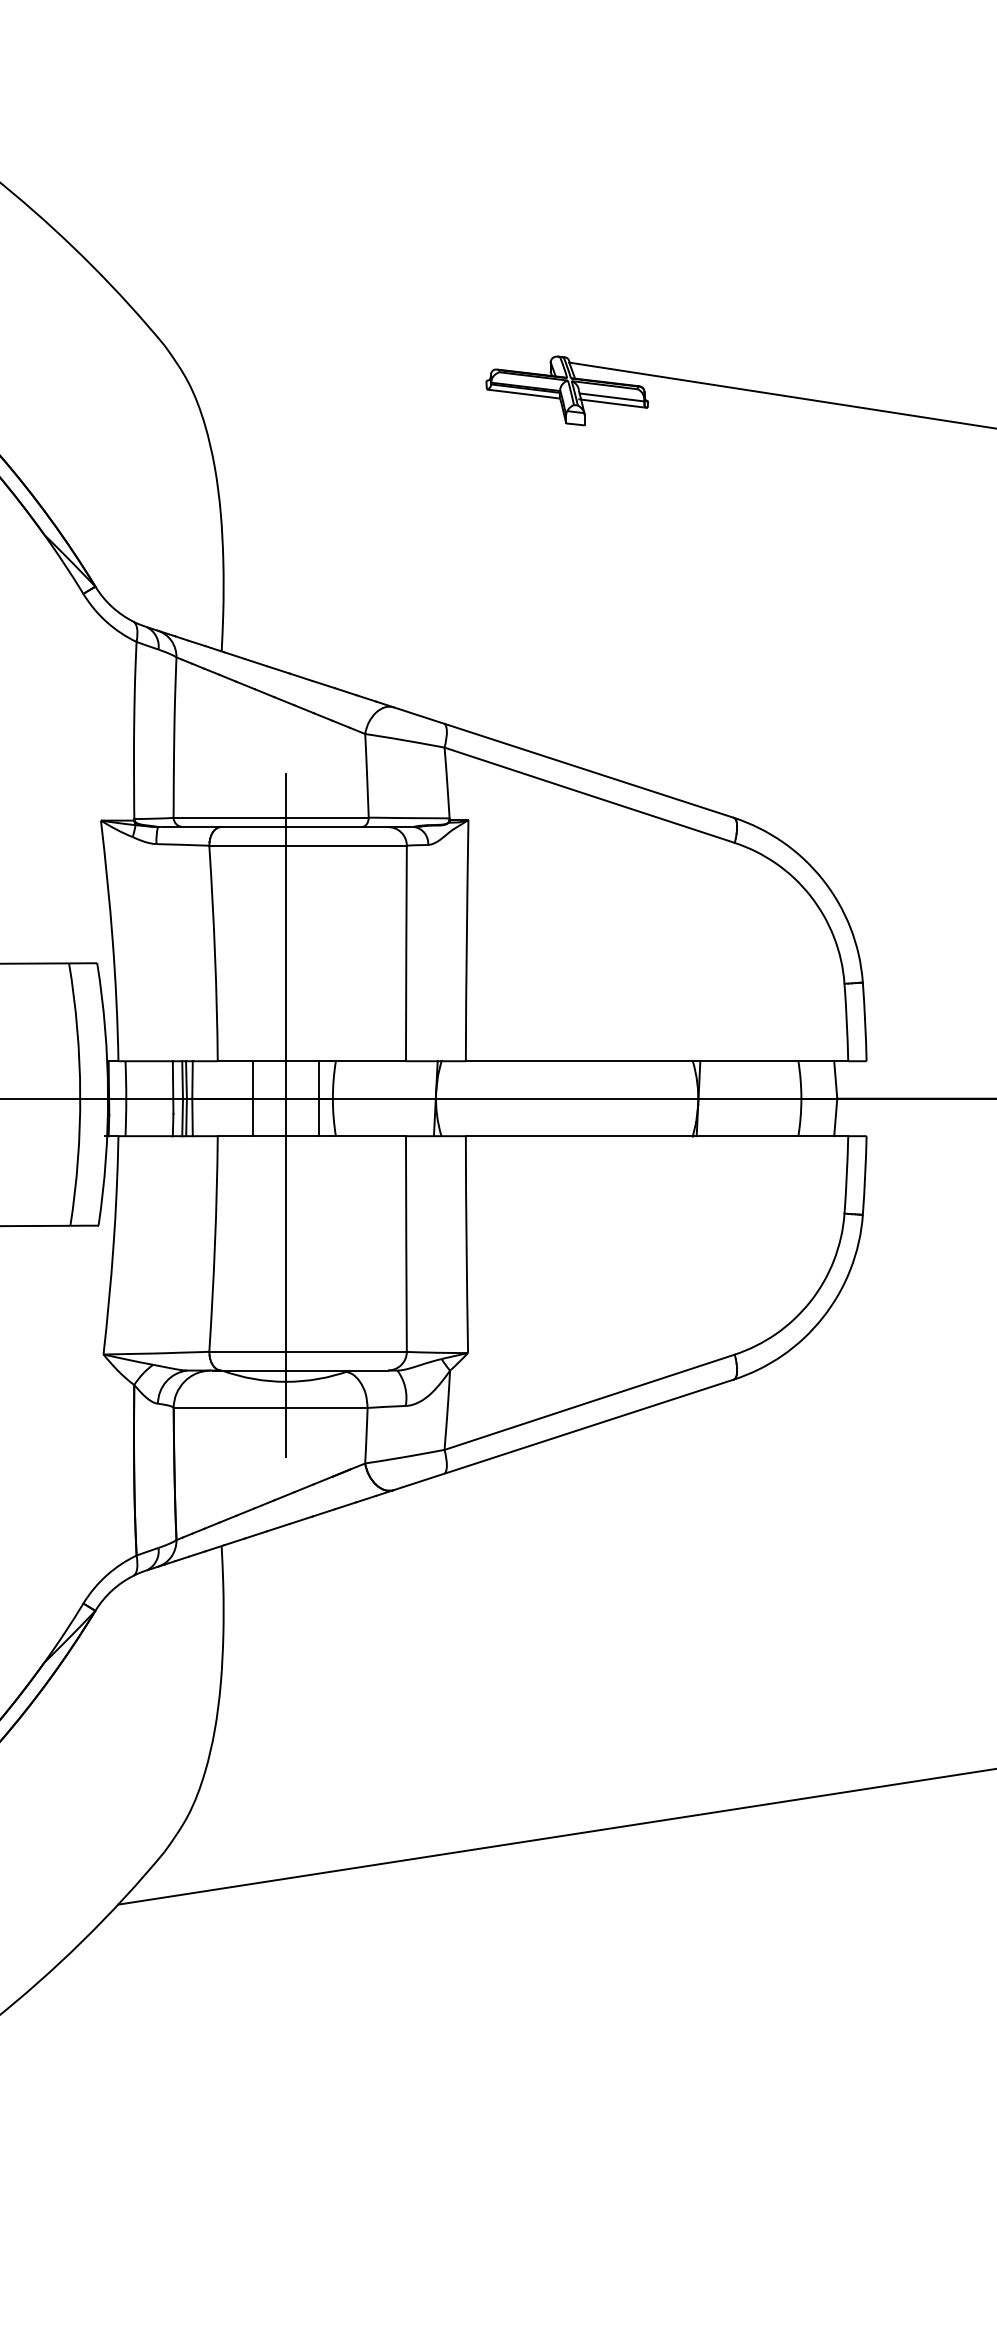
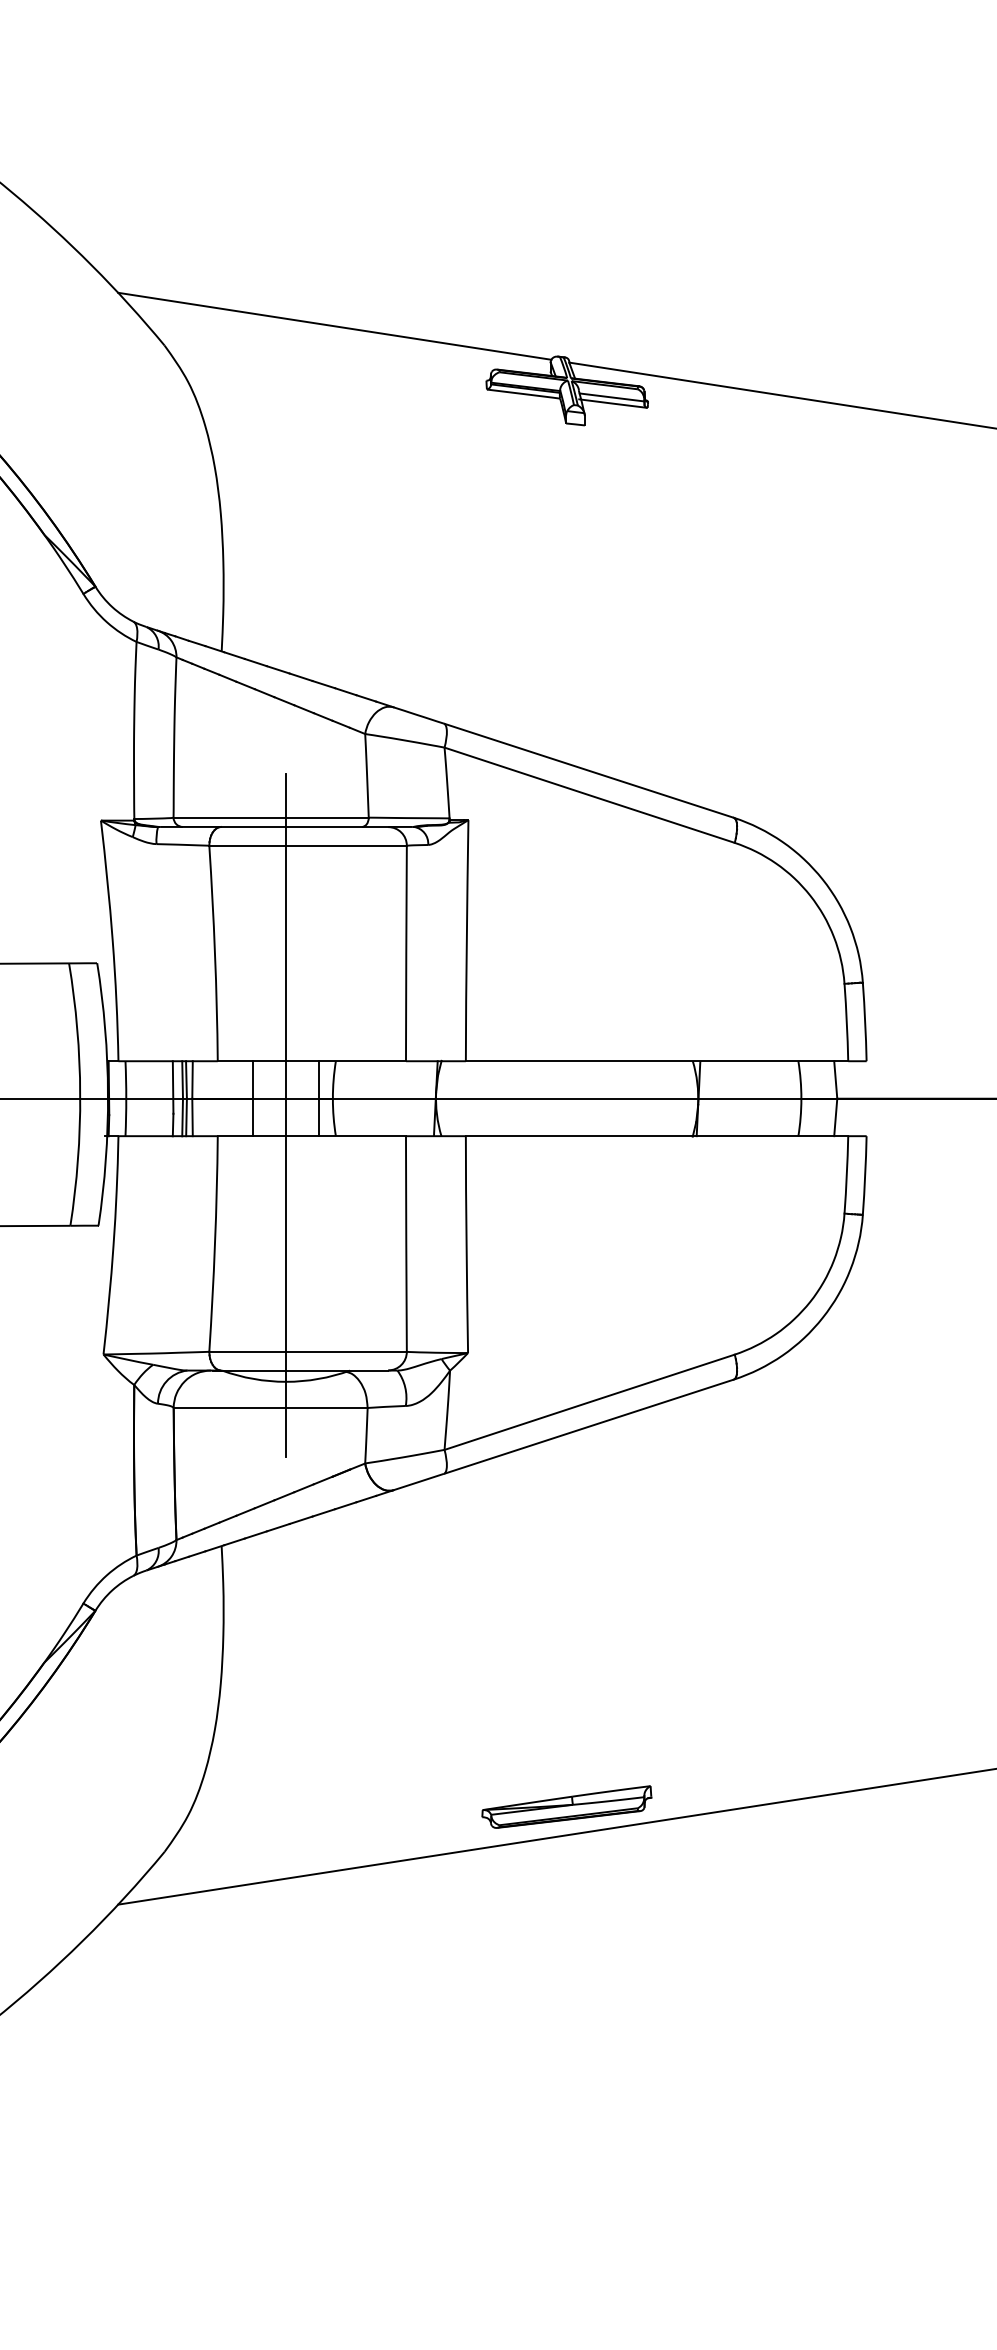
line at (334, 325): none -> present
part at (566, 1806): none -> present
